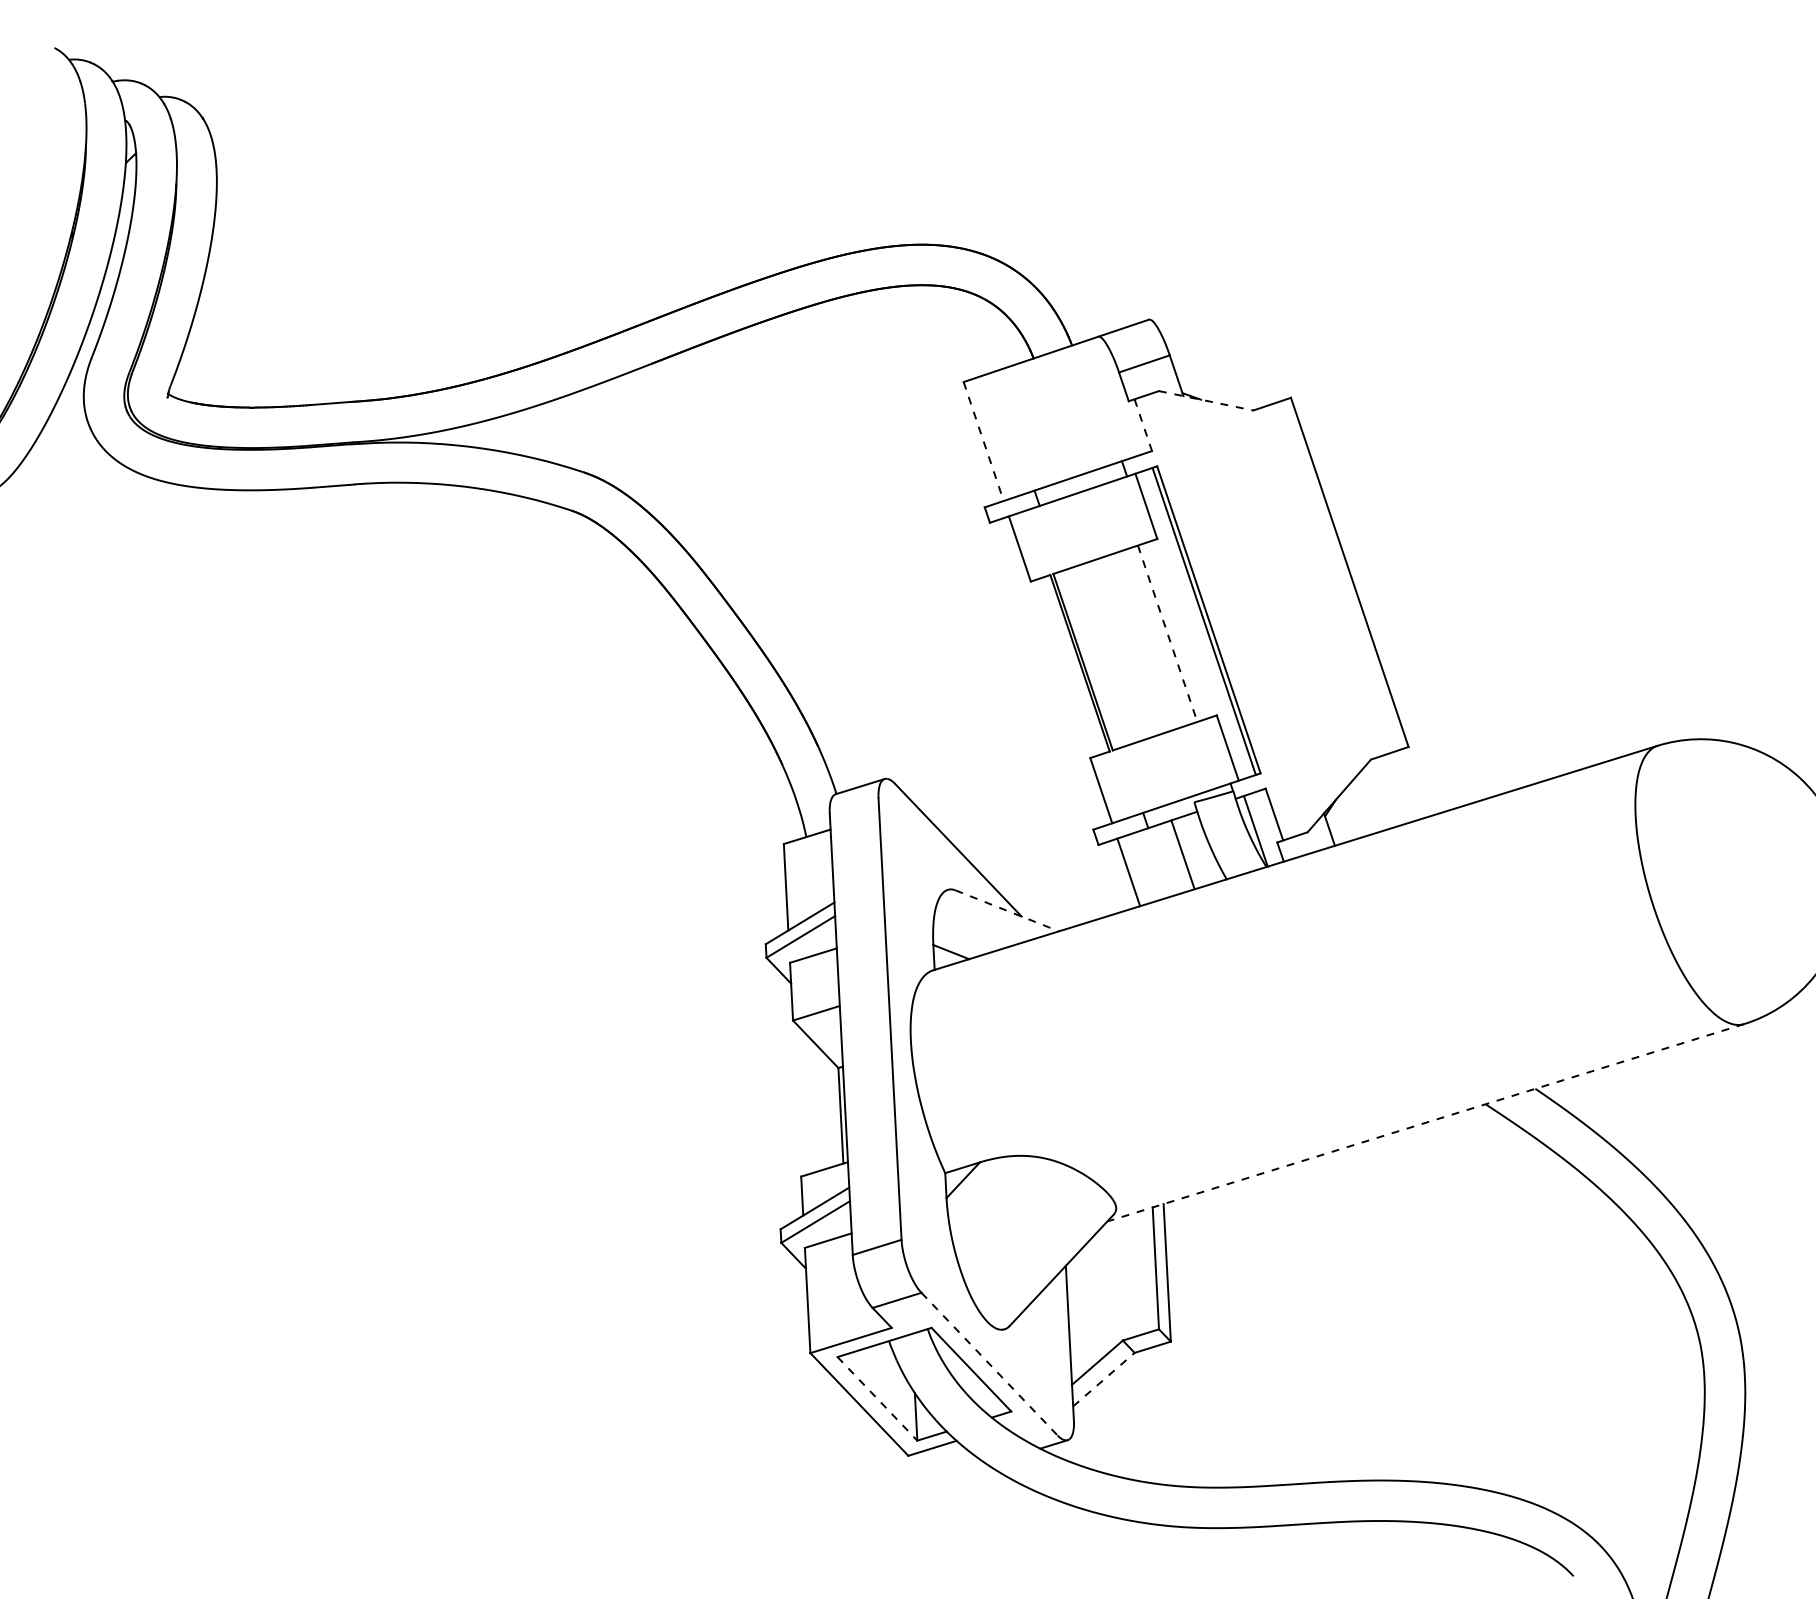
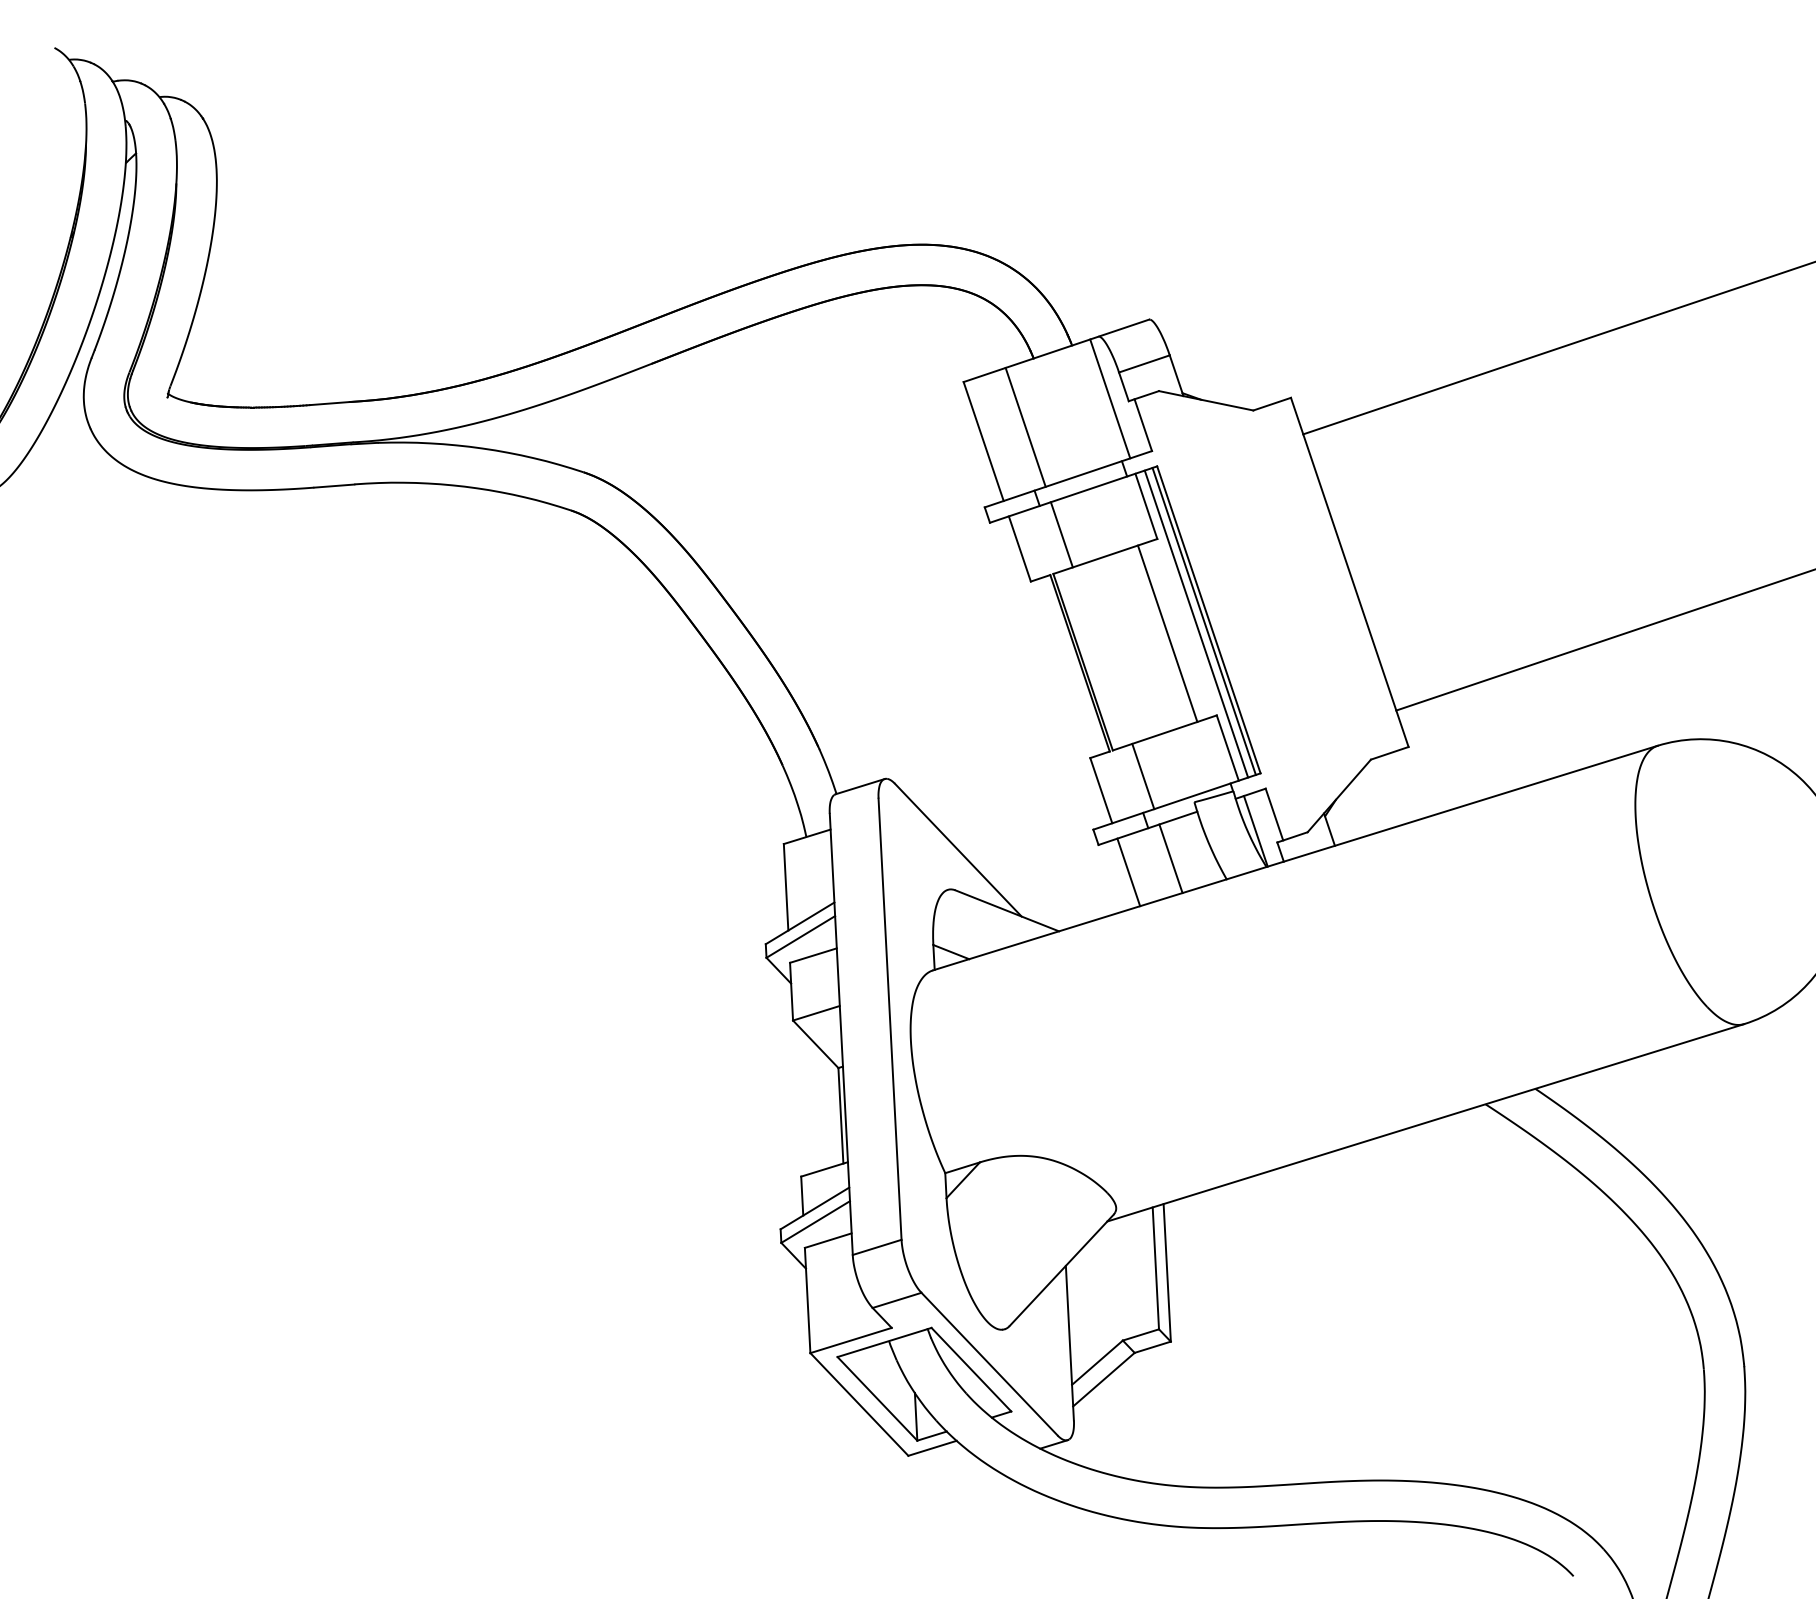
line at (1557, 348): none -> present
line at (1110, 398): none -> present
line at (1206, 400): dashed -> solid
line at (1143, 425): dashed -> solid
line at (1025, 426): none -> present
line at (983, 441): dashed -> solid
line at (1061, 534): none -> present
line at (1196, 623): none -> present
line at (1167, 634): dashed -> solid
line at (1604, 640): none -> present
line at (1143, 776): none -> present
line at (1182, 854) position: (1182, 854) -> (1170, 858)
line at (1007, 910): dashed -> solid
line at (1425, 1122): dashed -> solid
line at (989, 1364): dashed -> solid
line at (1103, 1379): dashed -> solid
line at (877, 1398): dashed -> solid
